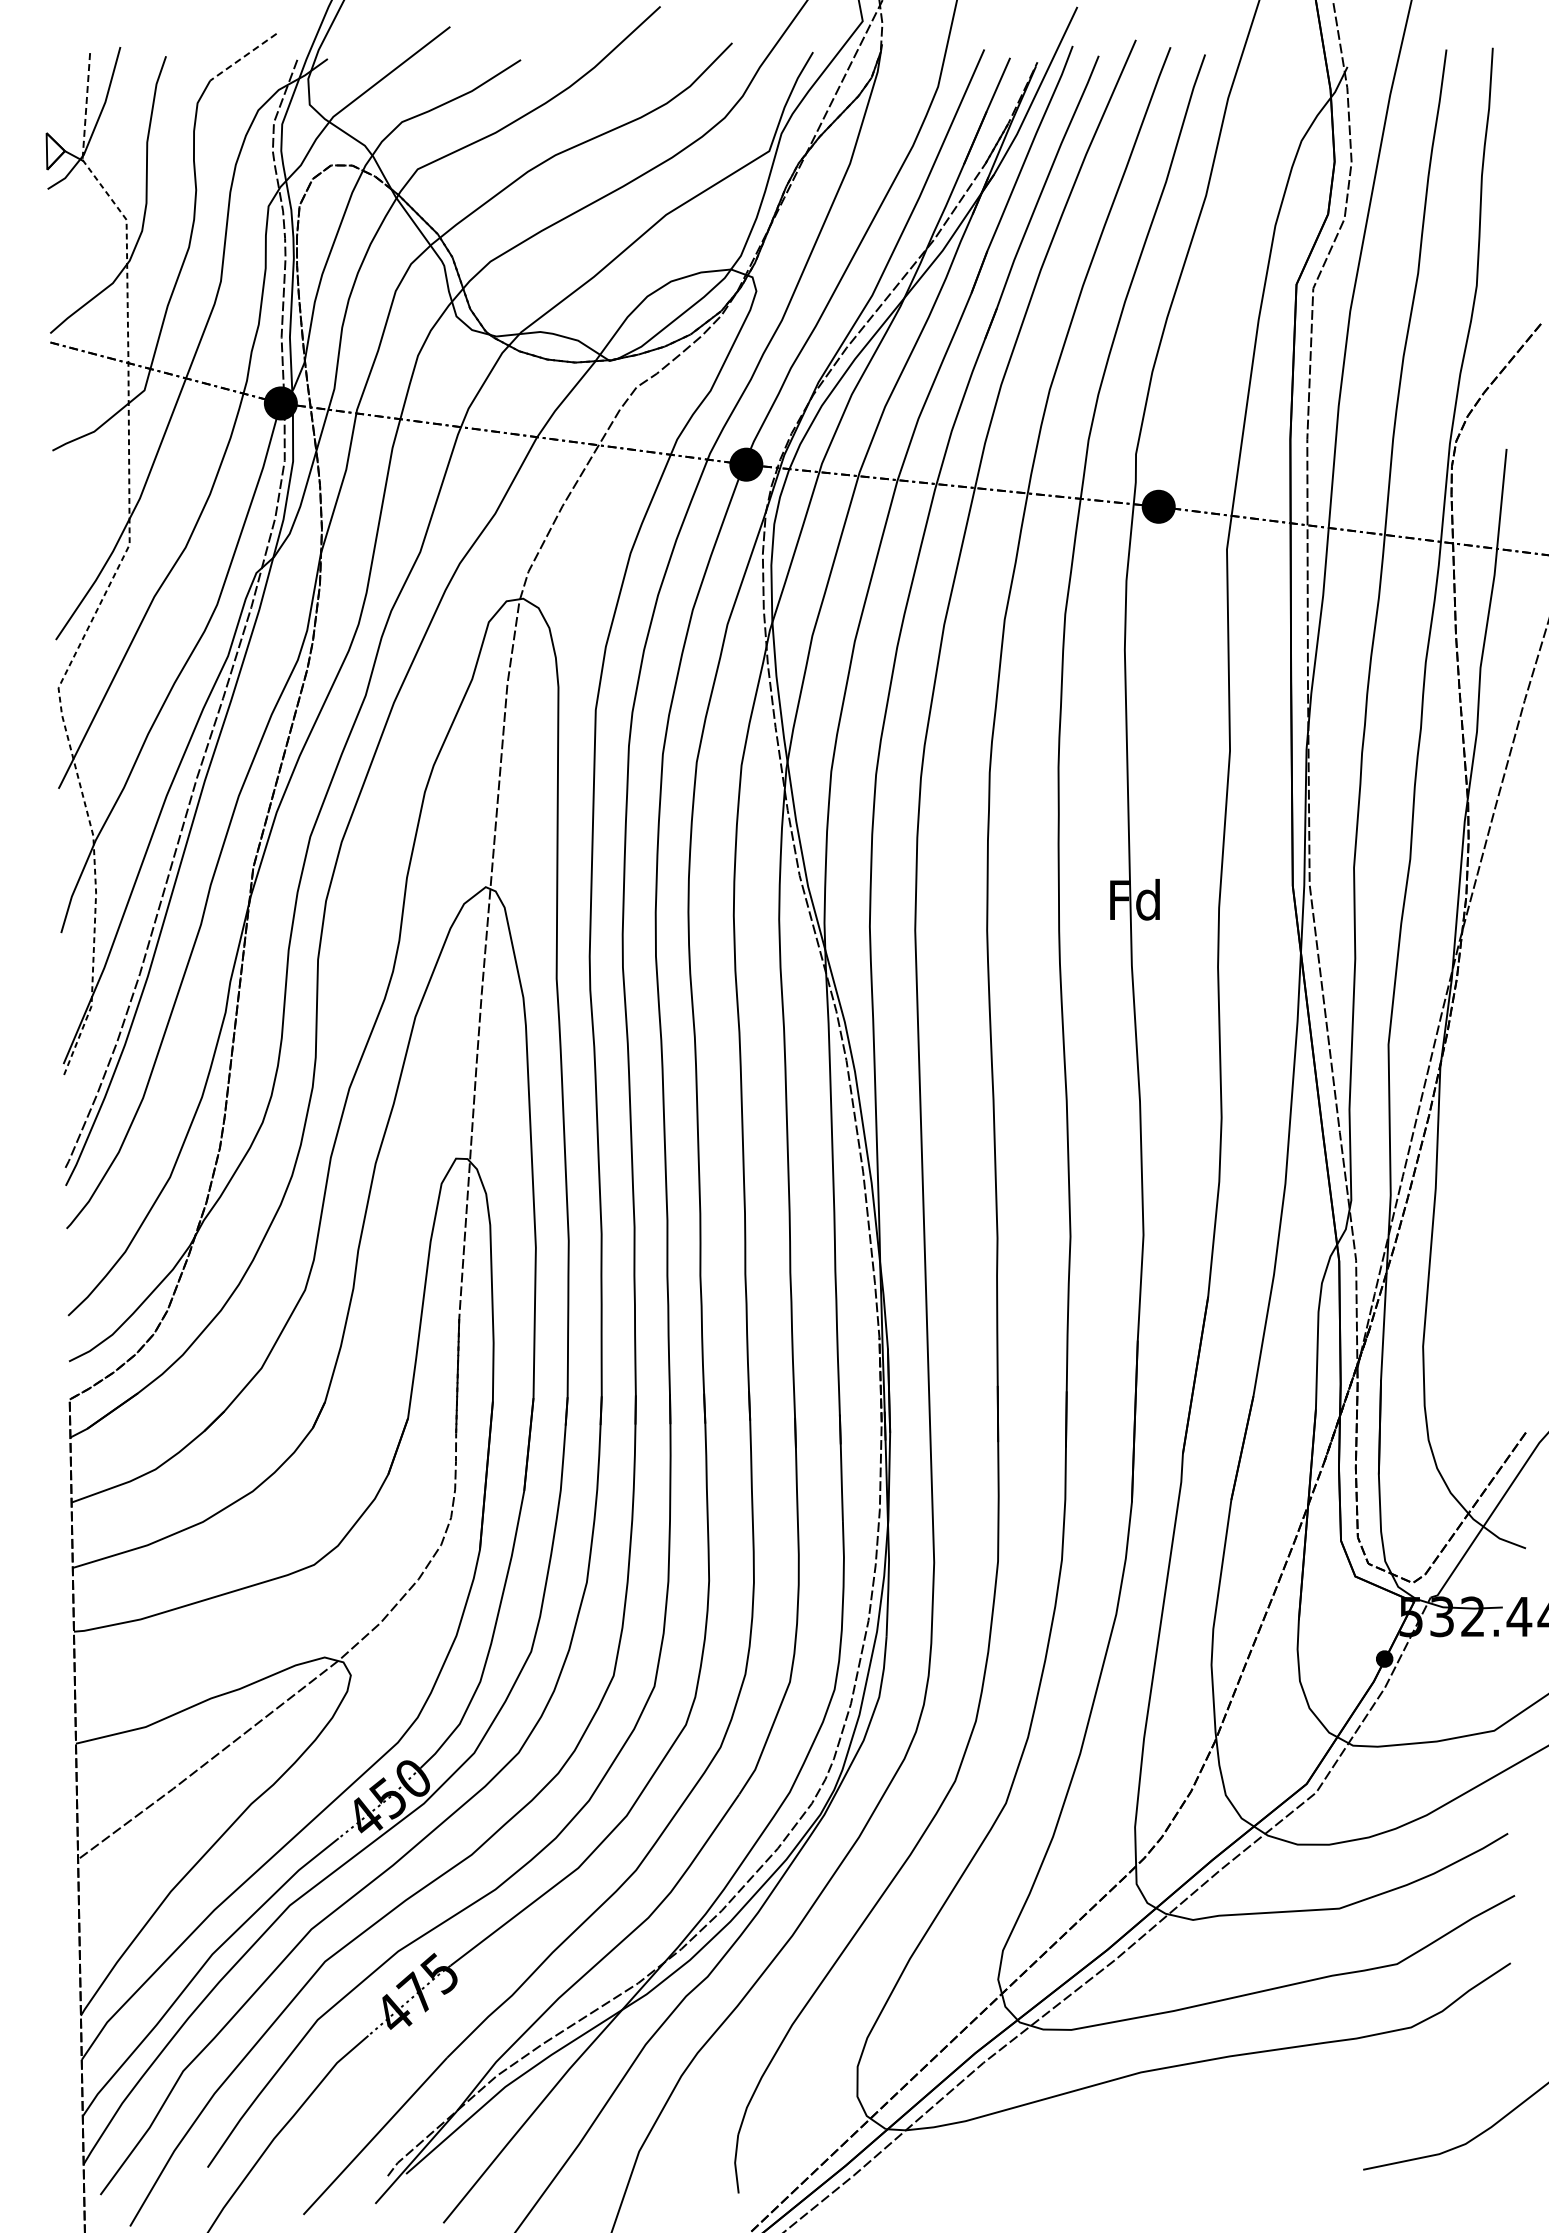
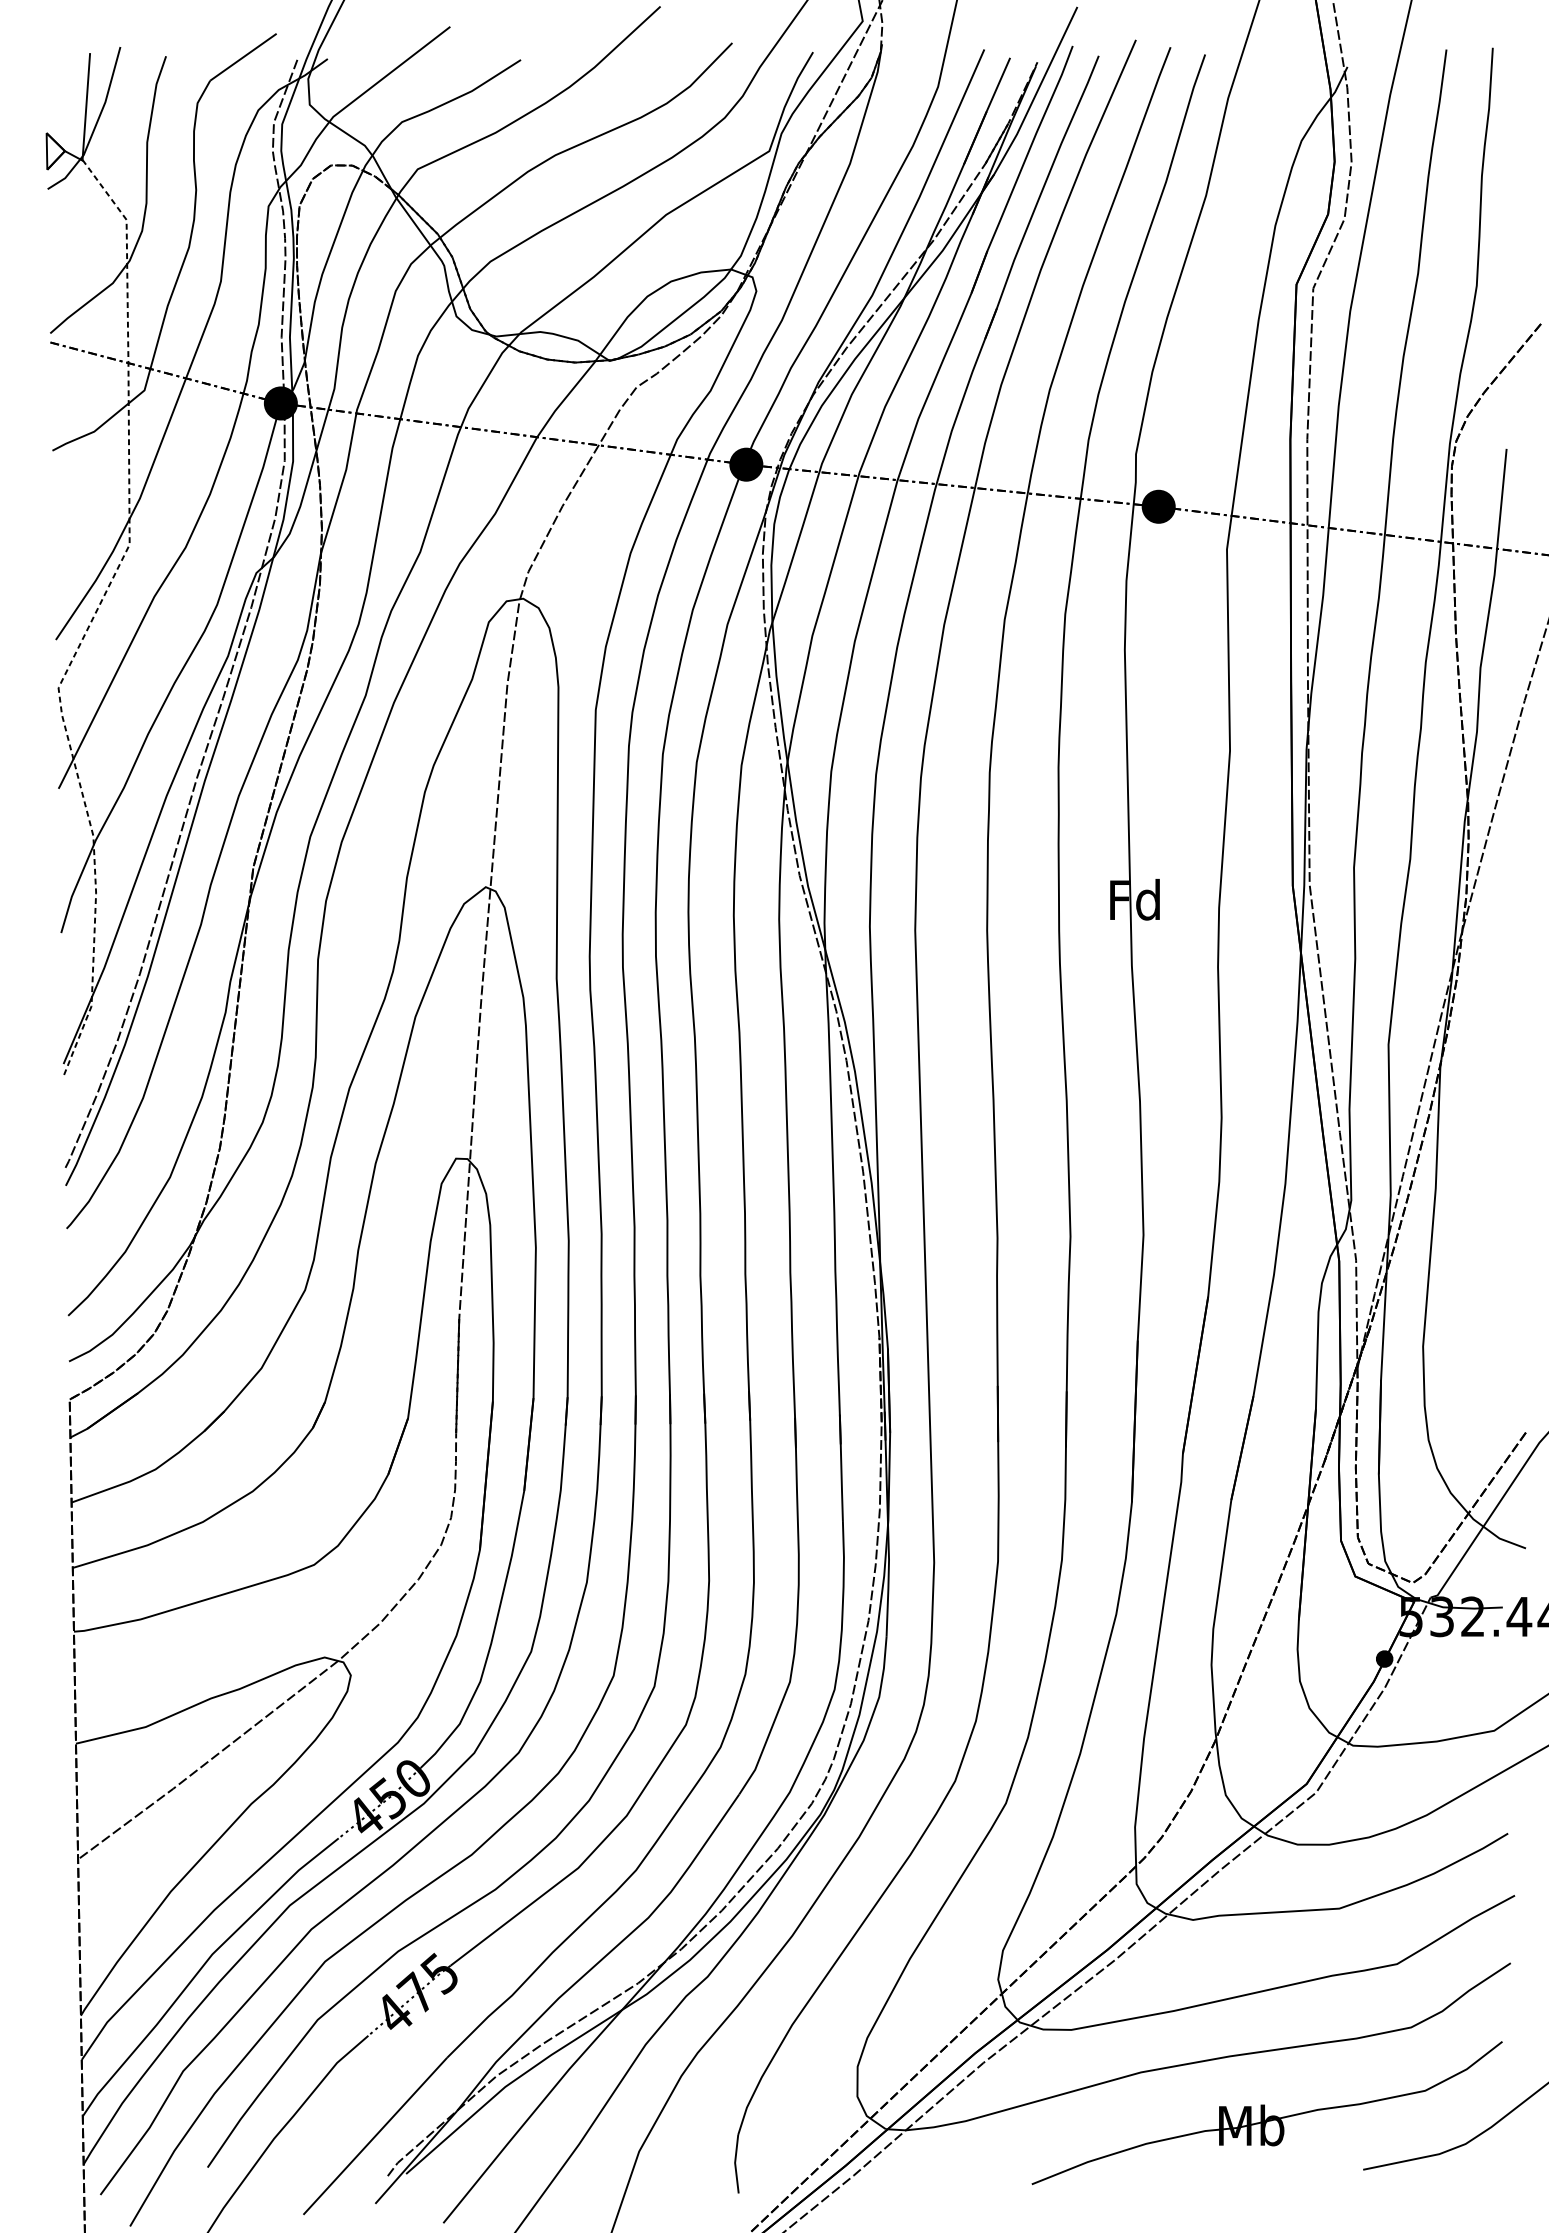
line at (243, 57): dashed -> solid
line at (86, 106): dashed -> solid
part at (1266, 2112): none -> present
